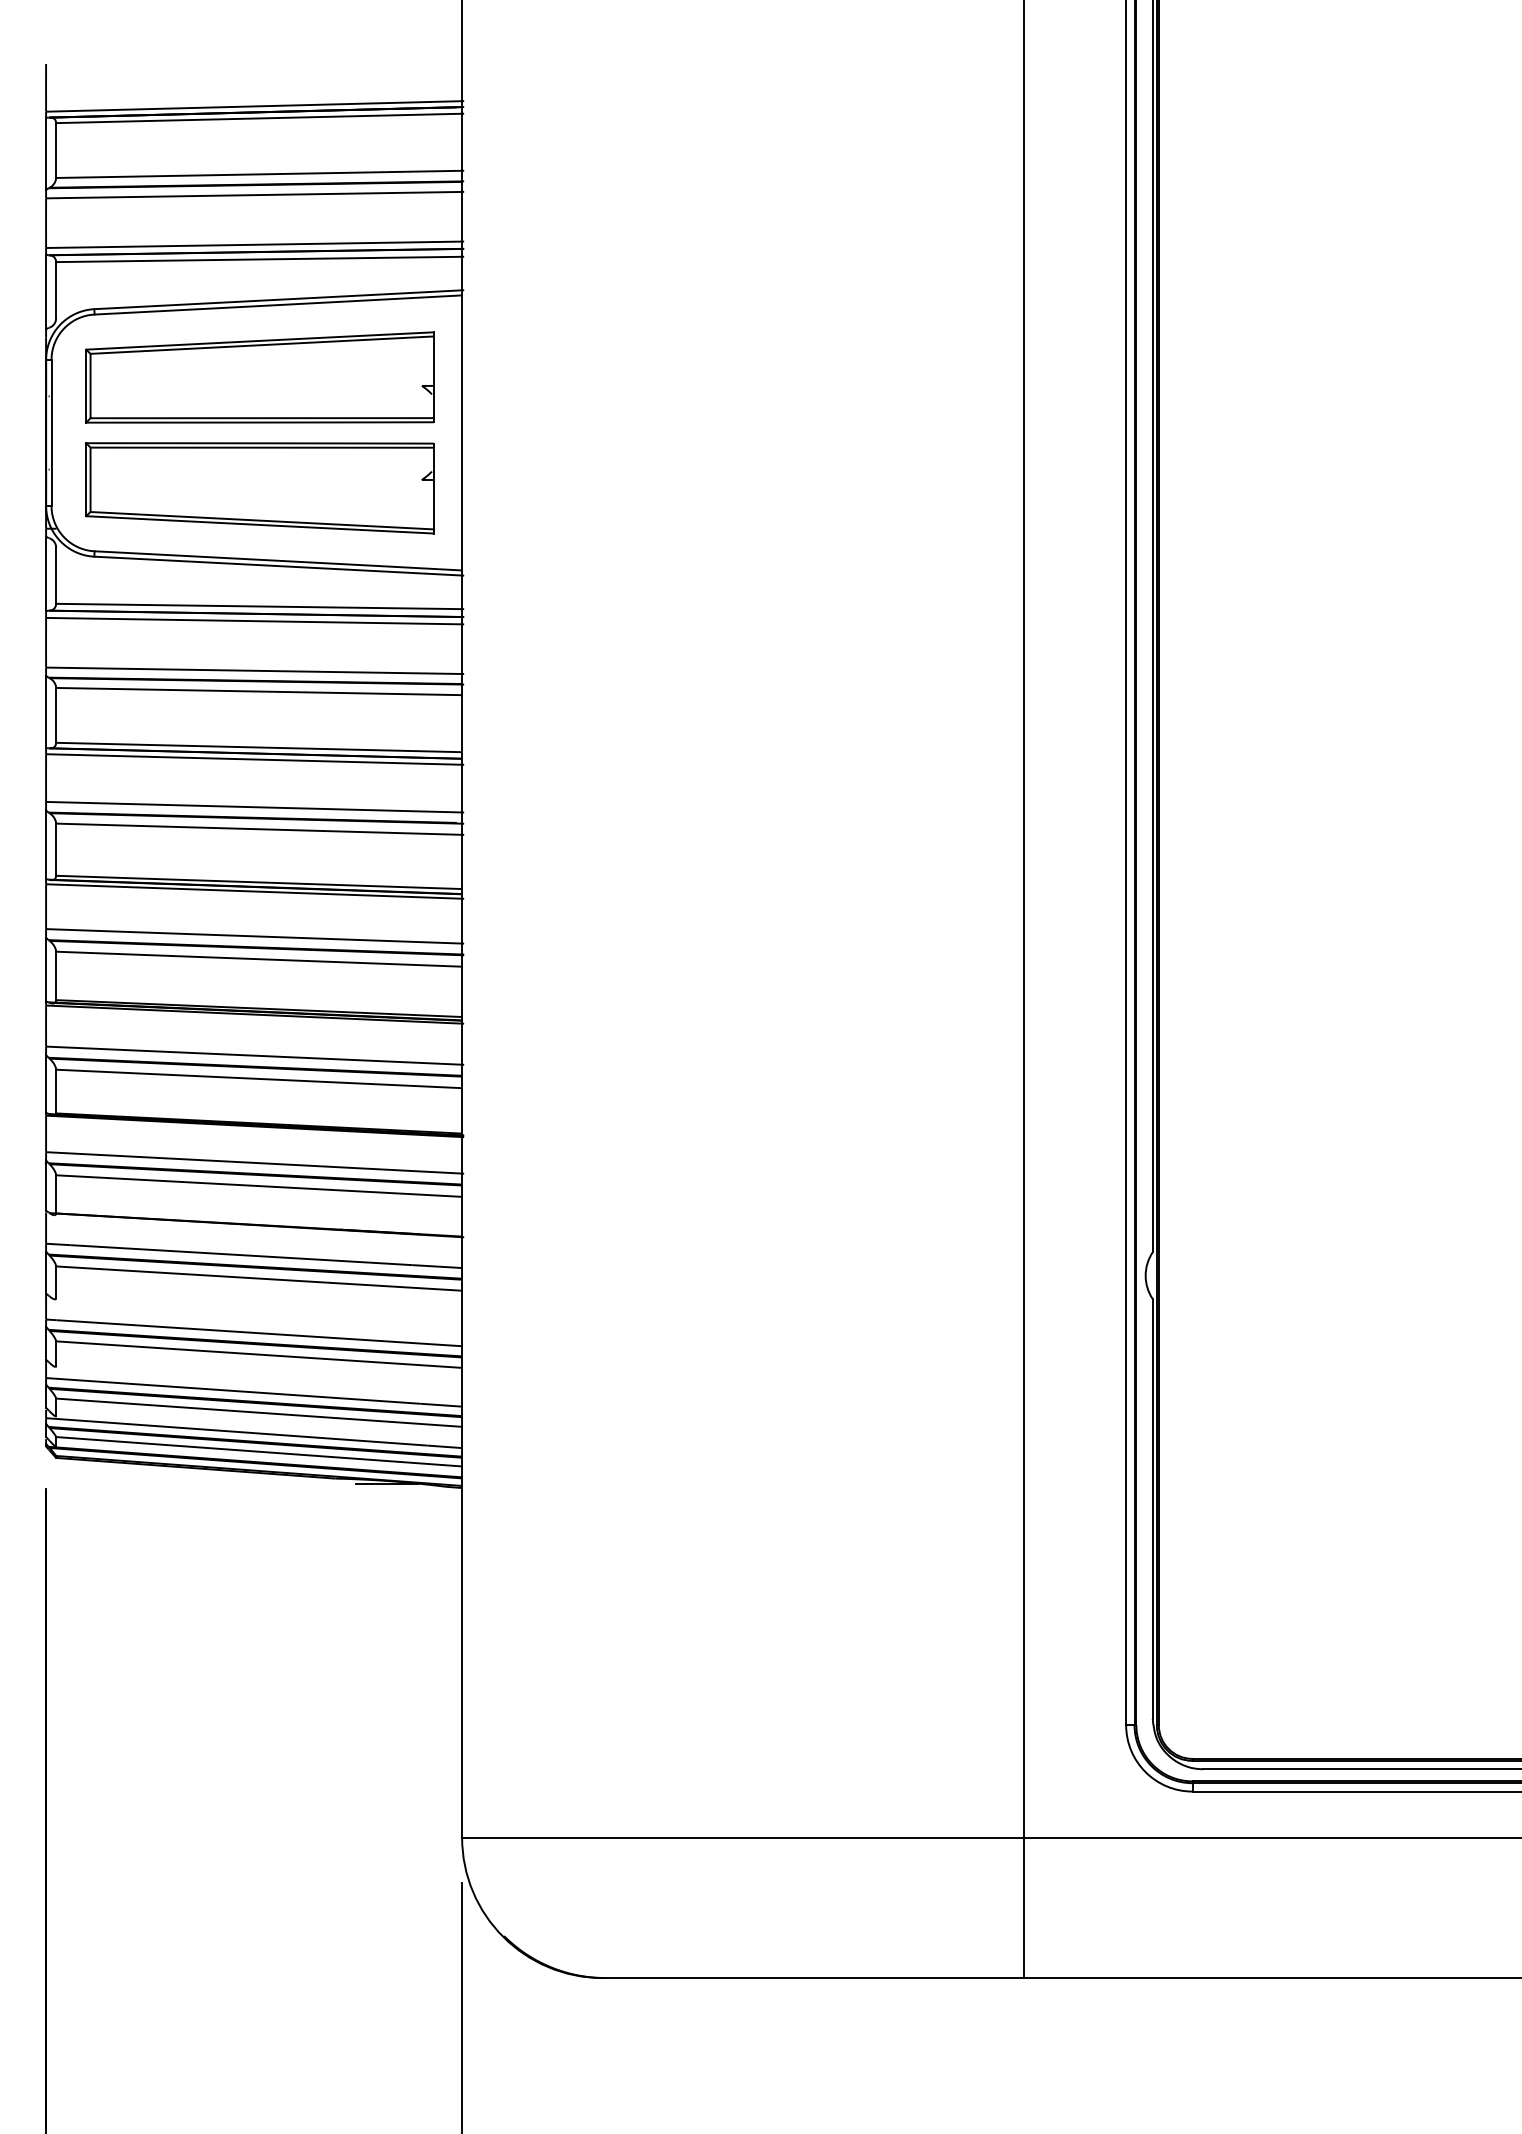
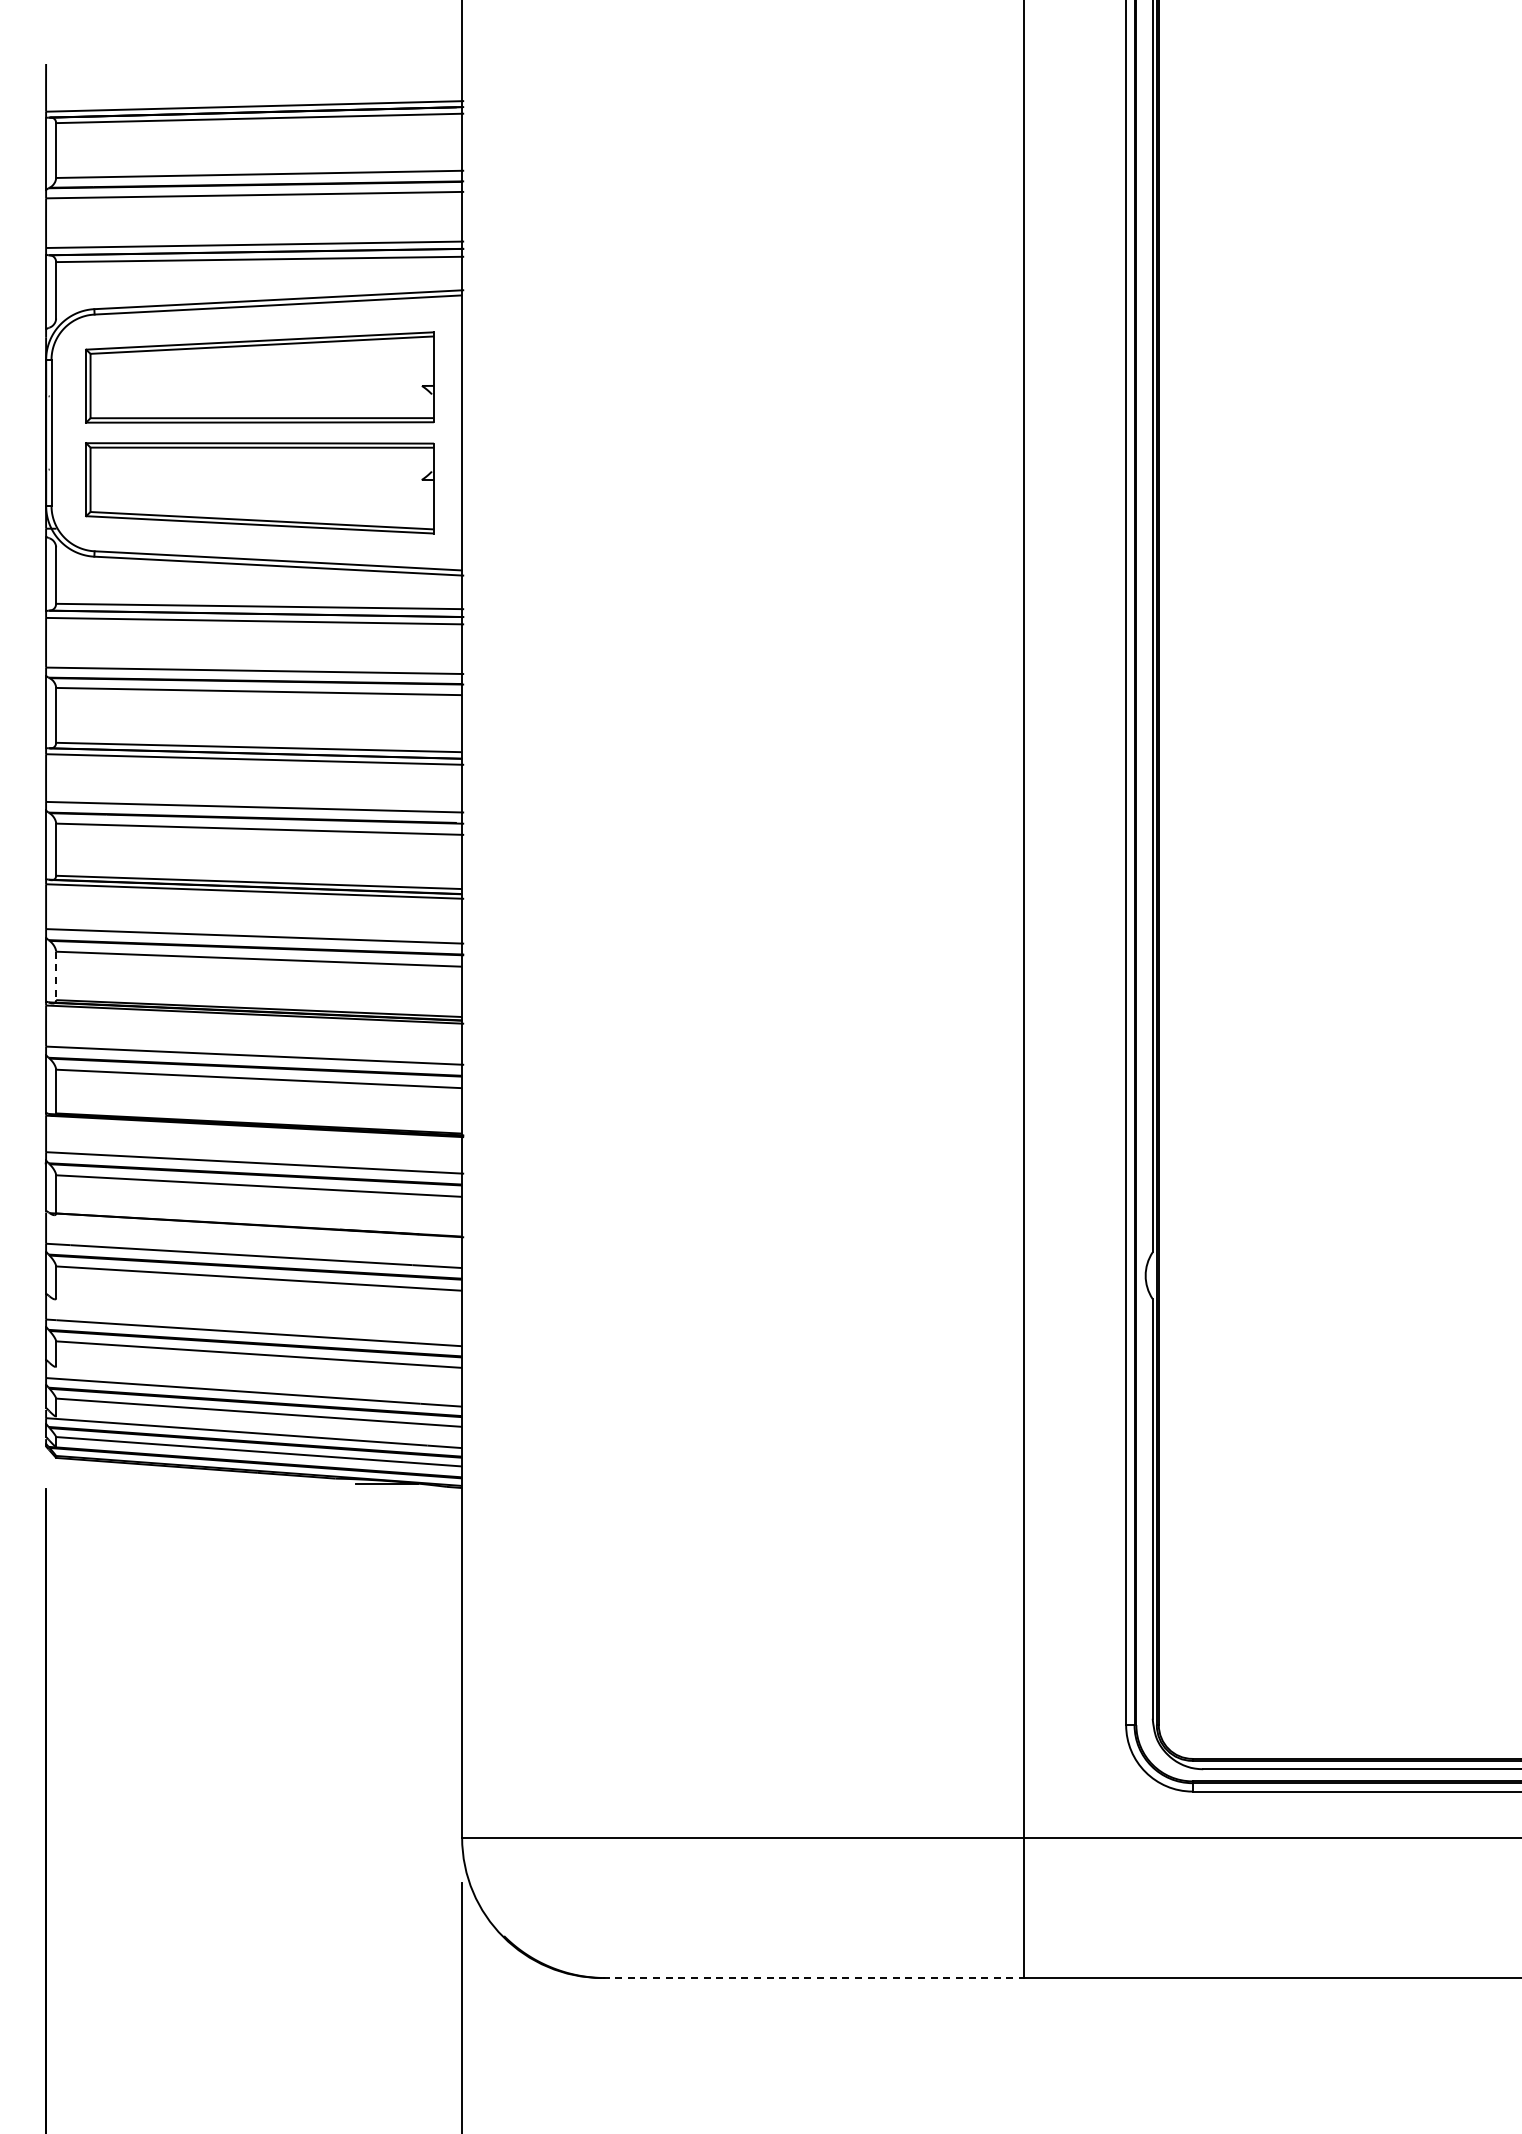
line at (56, 976): solid -> dashed
line at (813, 1978): solid -> dashed
